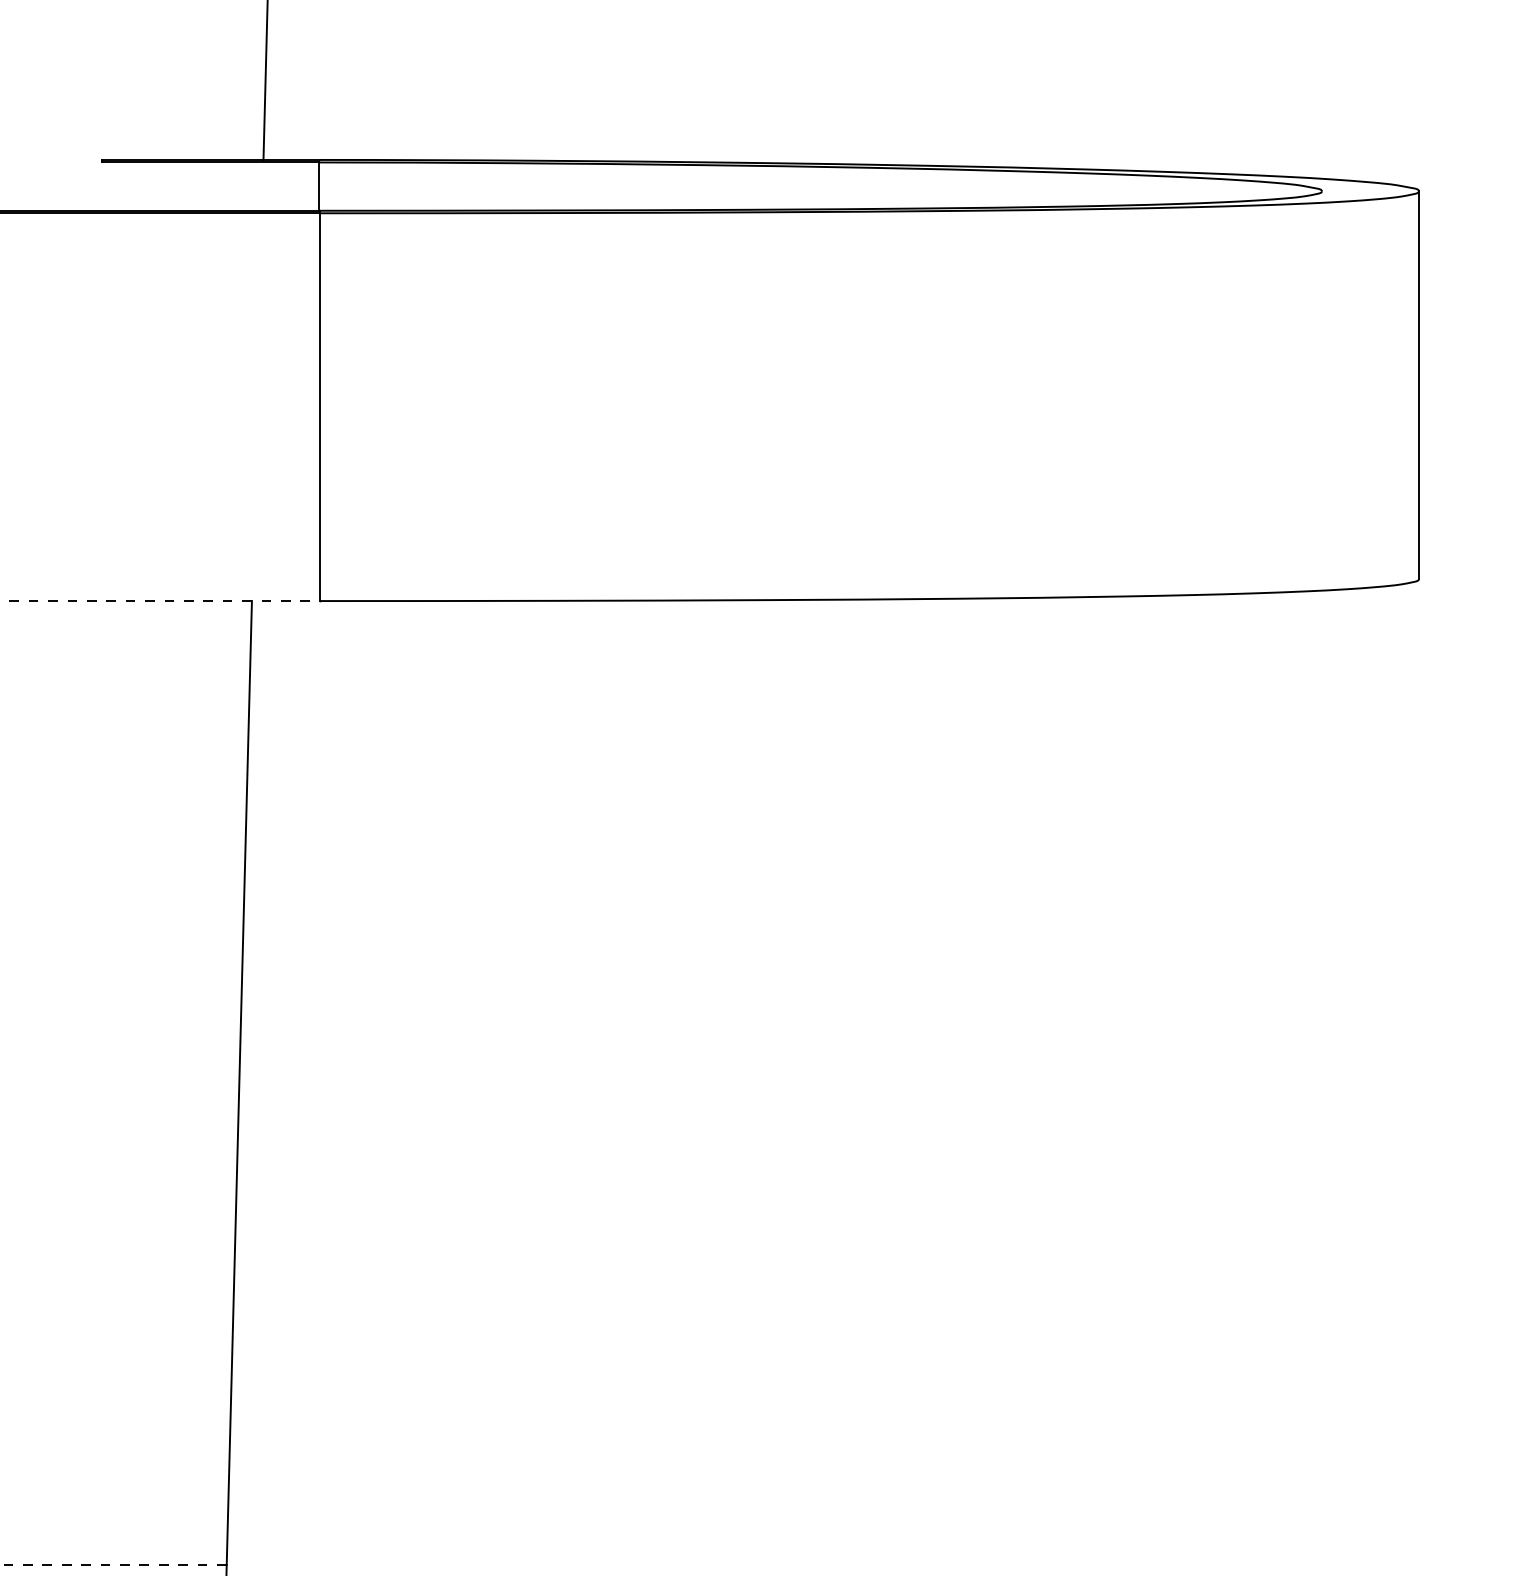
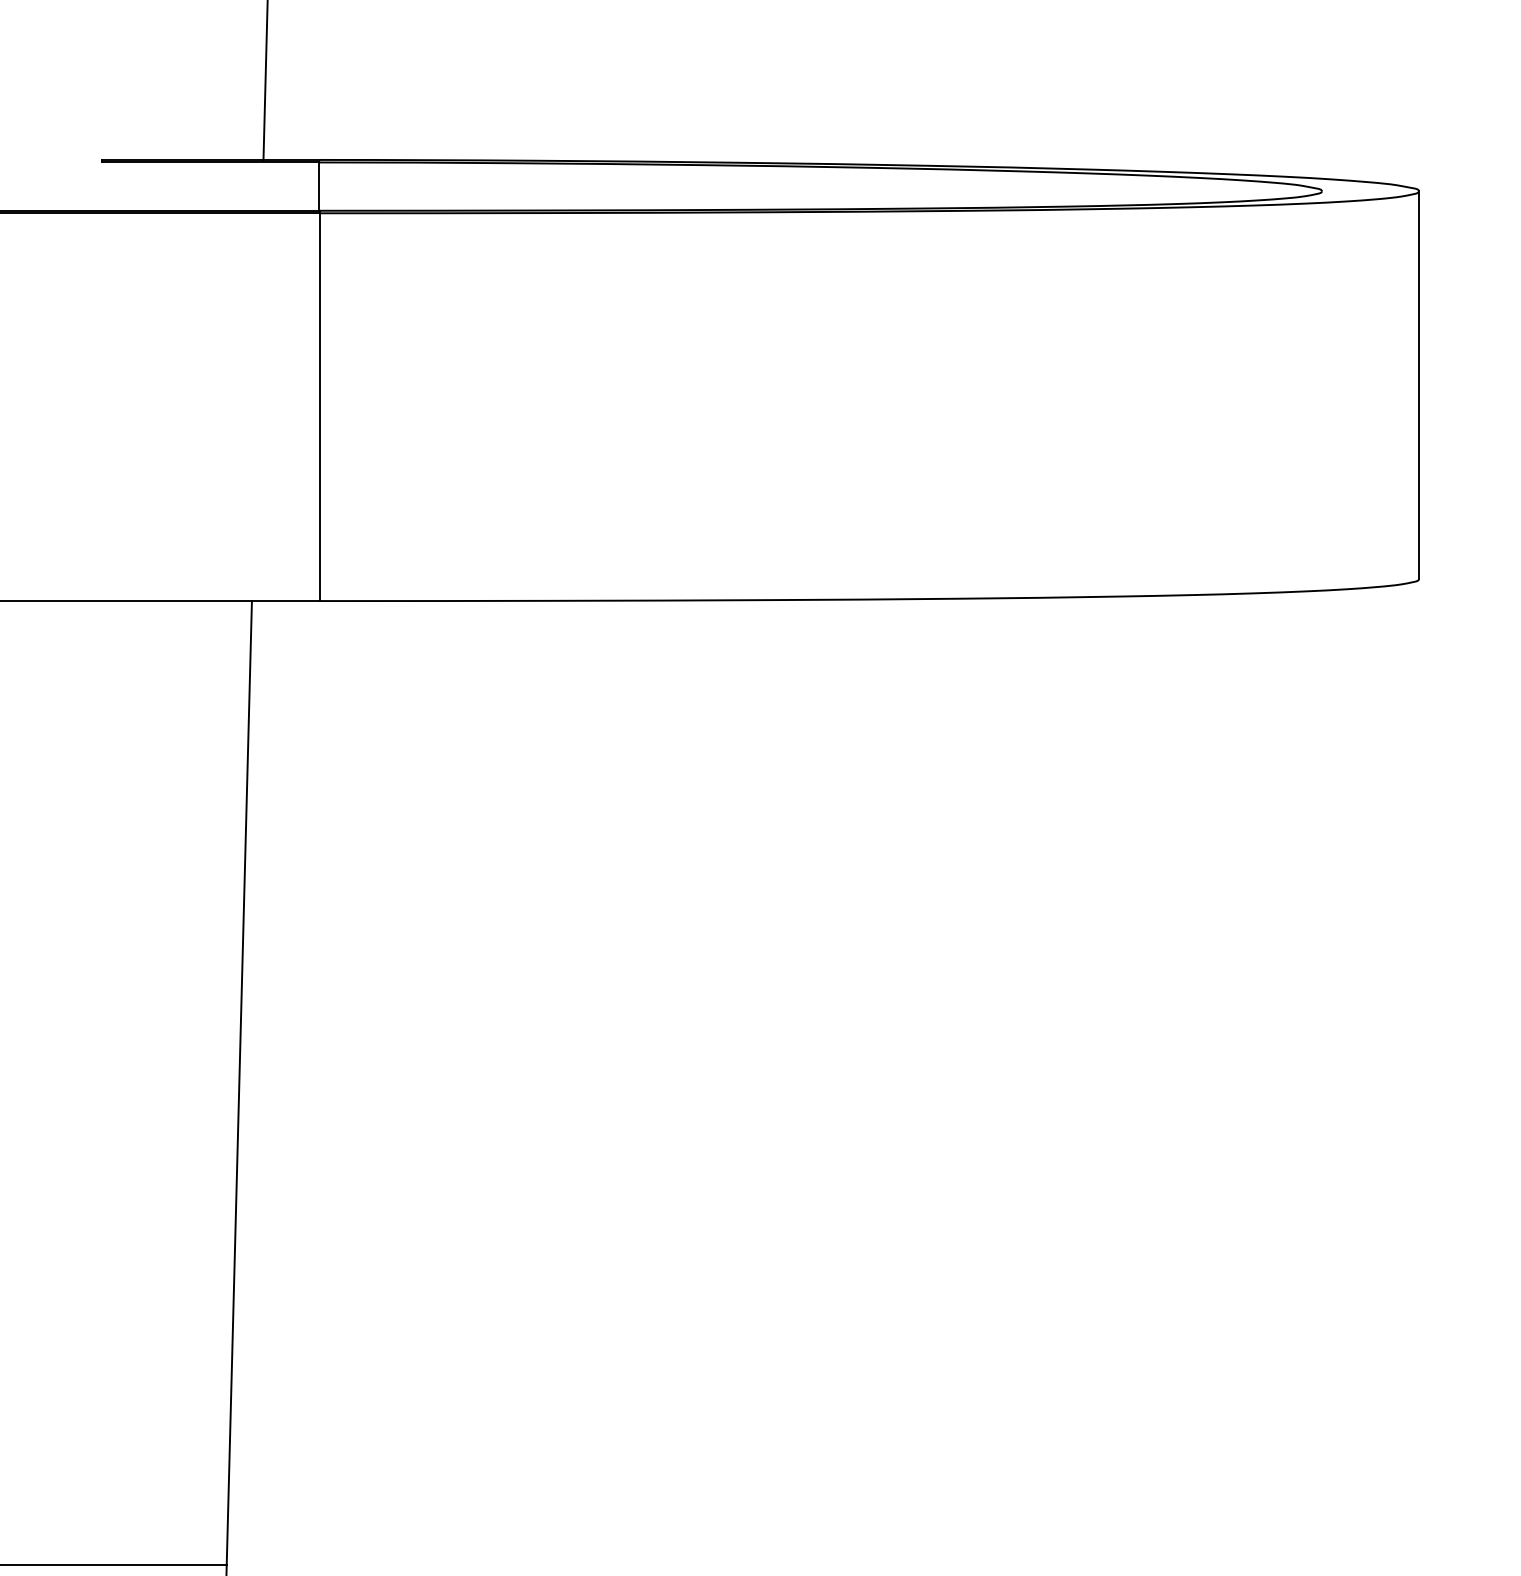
line at (160, 601): dashed -> solid
line at (113, 1564): dashed -> solid
